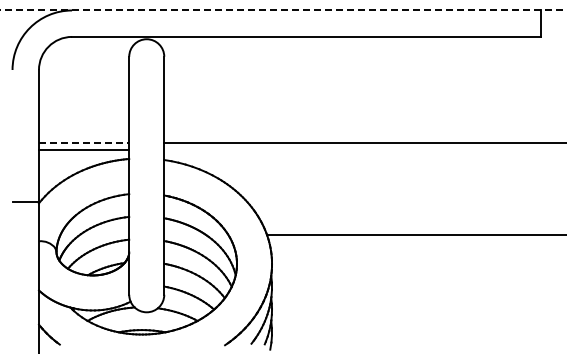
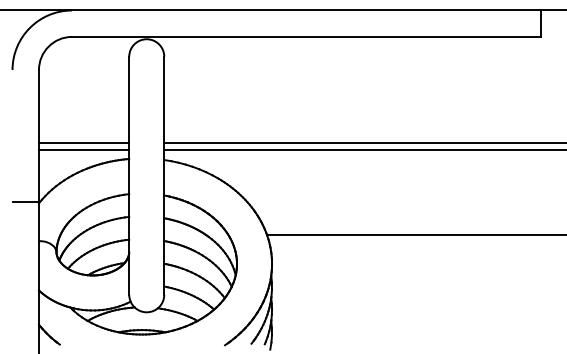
line at (283, 10): dashed -> solid
line at (84, 142): dashed -> solid
line at (363, 150): none -> present
